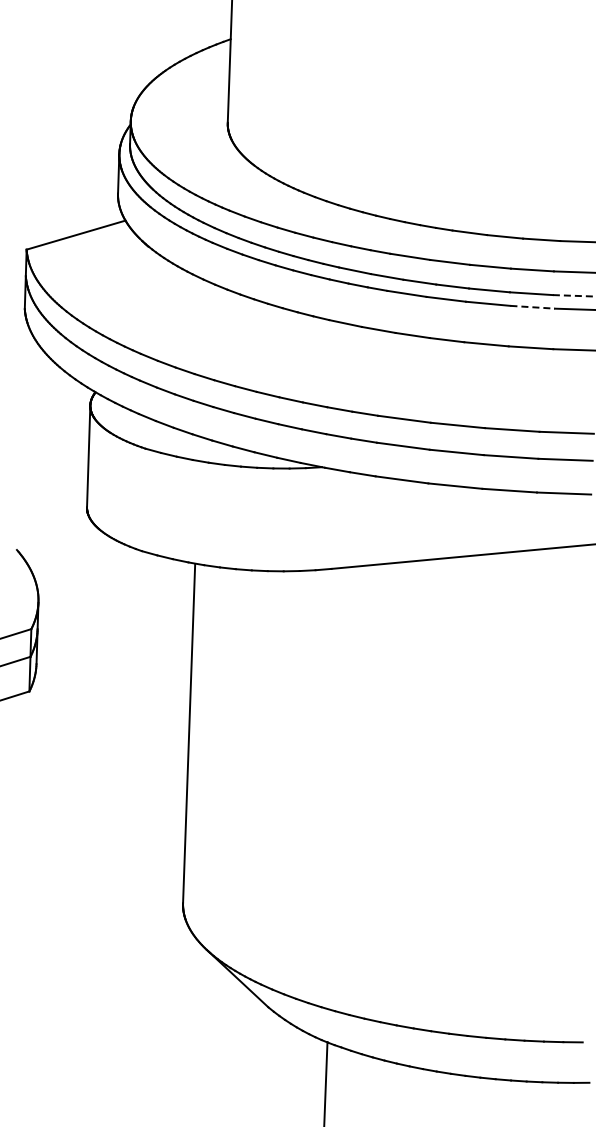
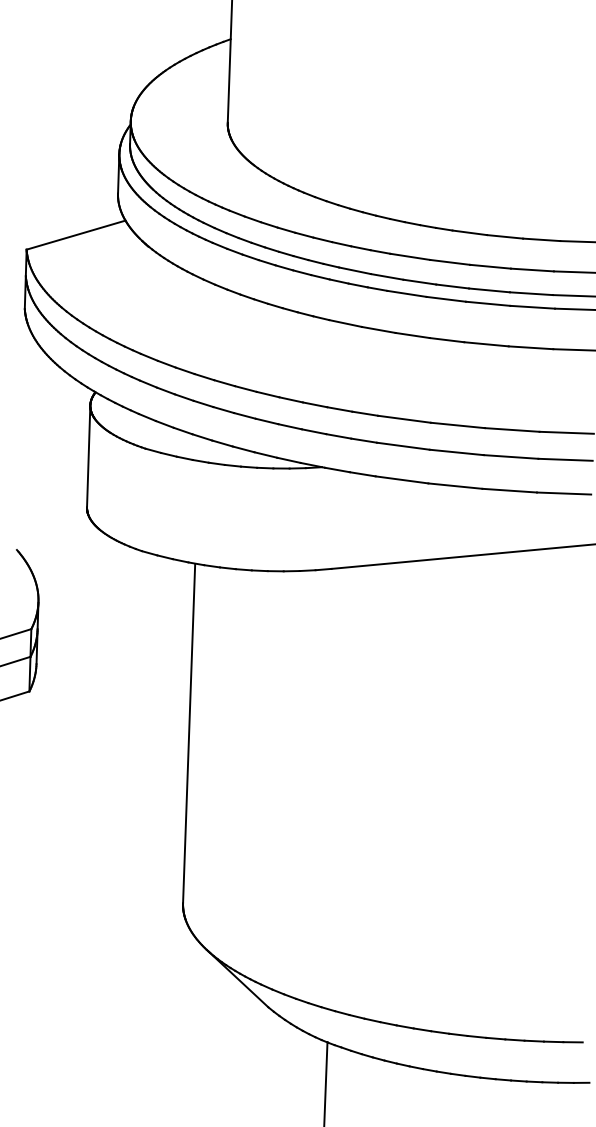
line at (574, 295): dashed -> solid
line at (533, 307): dashed -> solid
